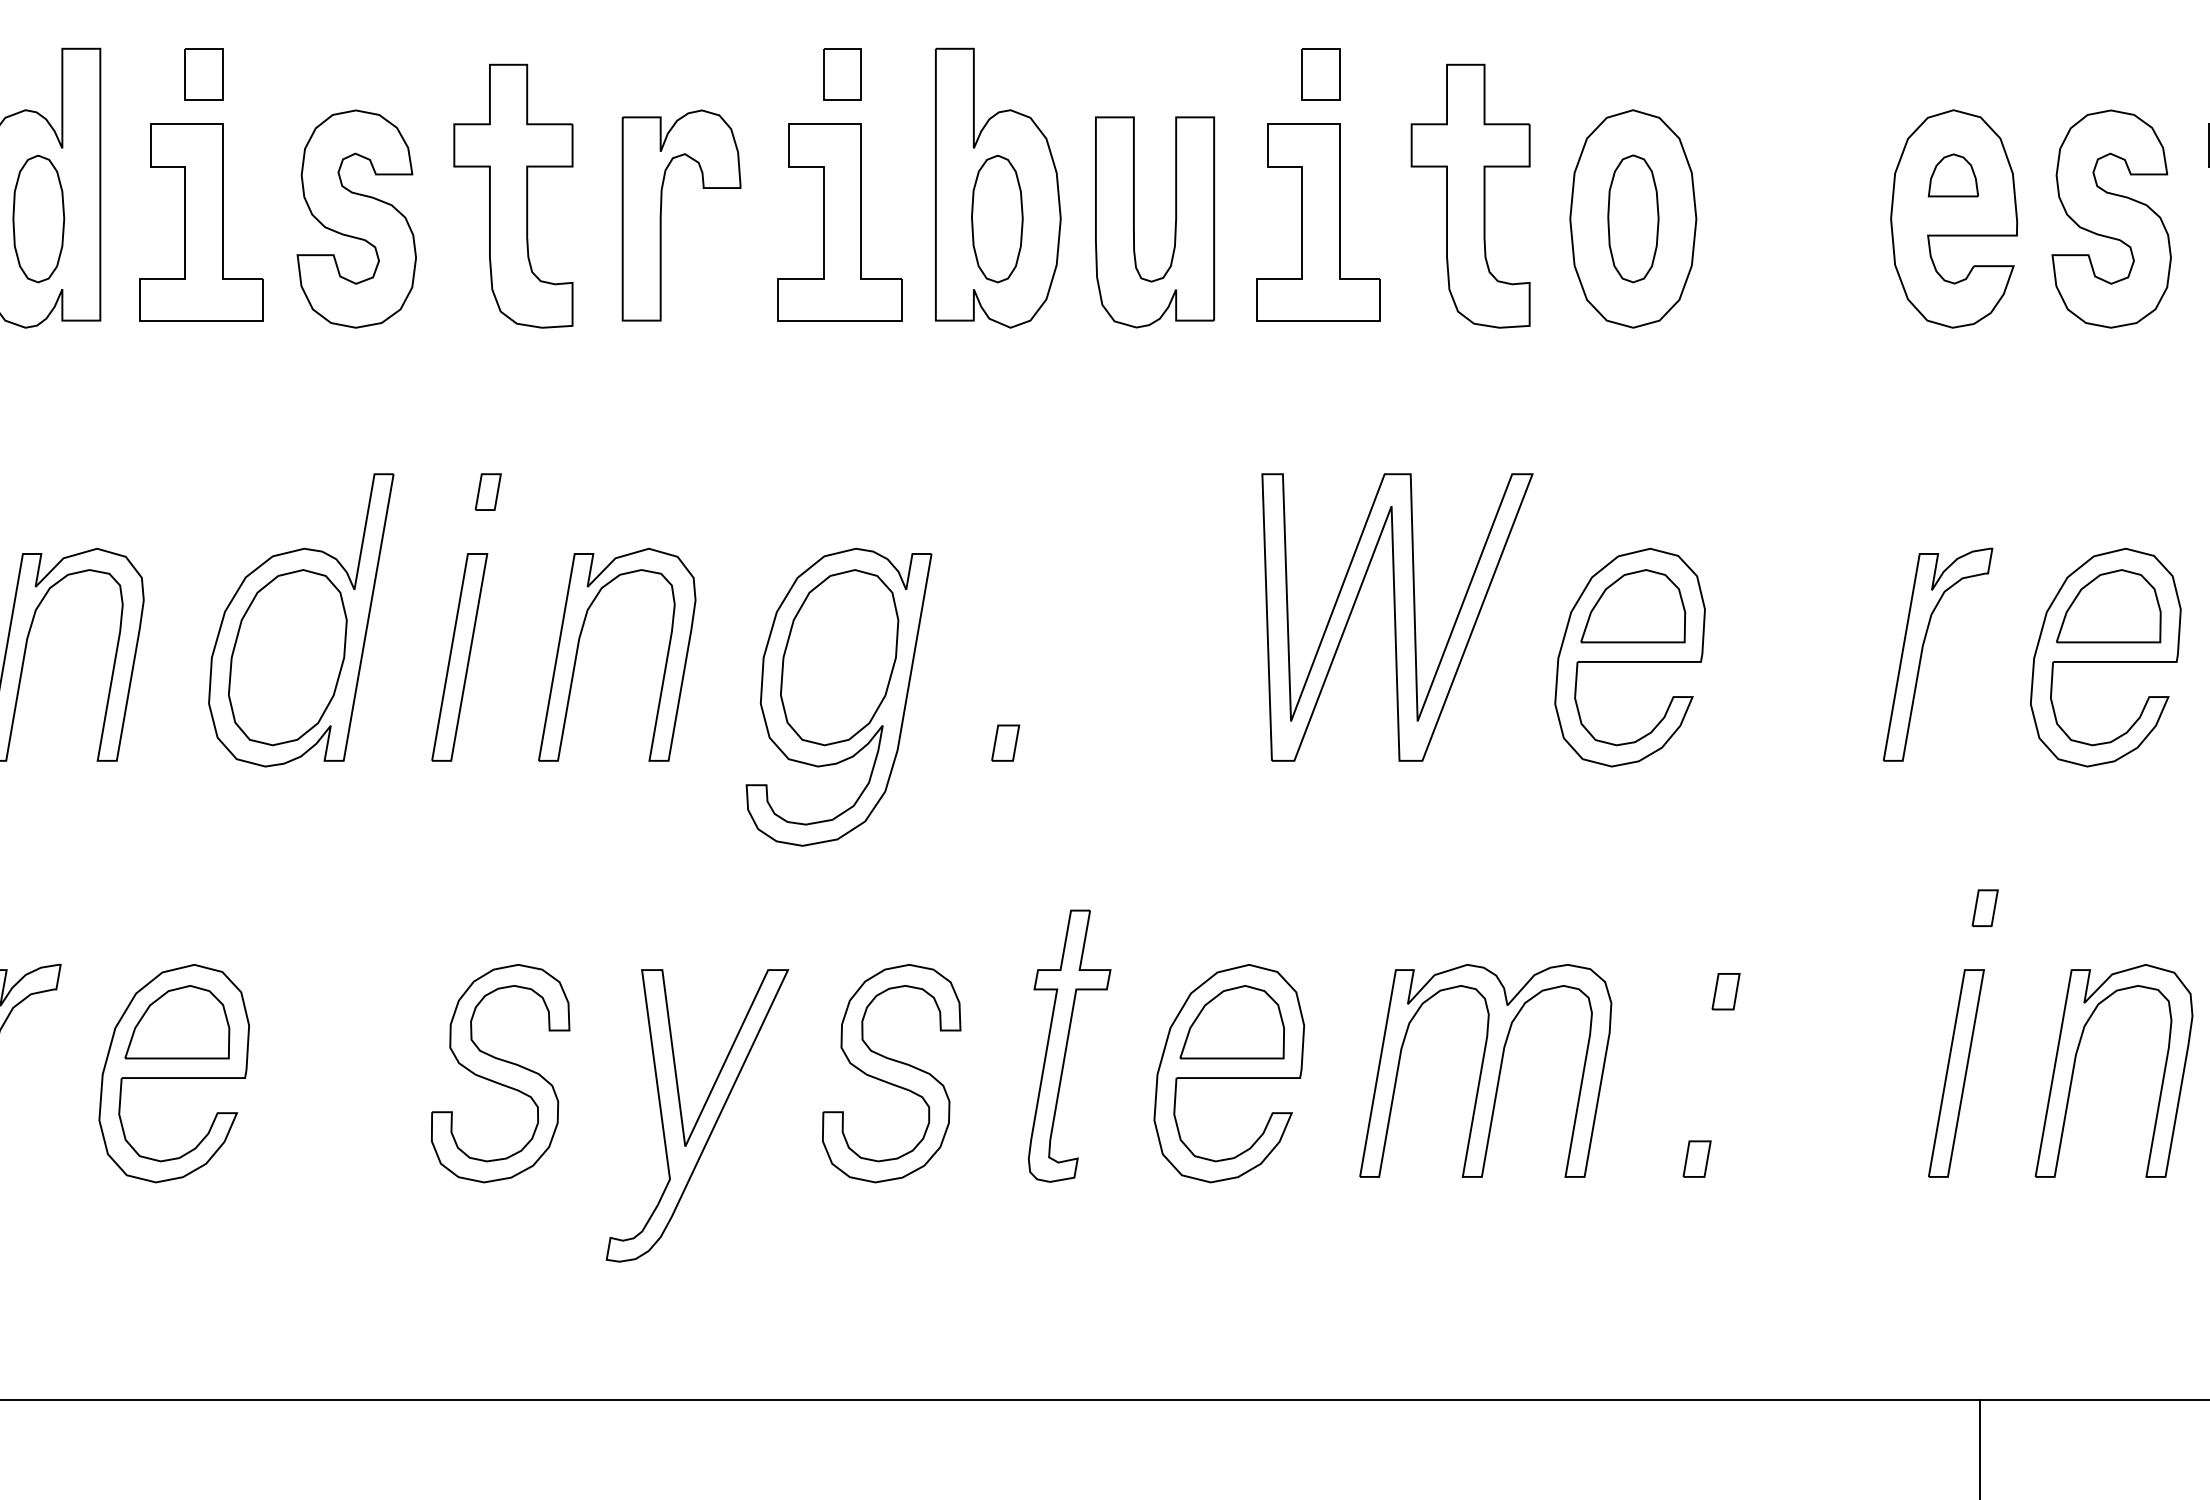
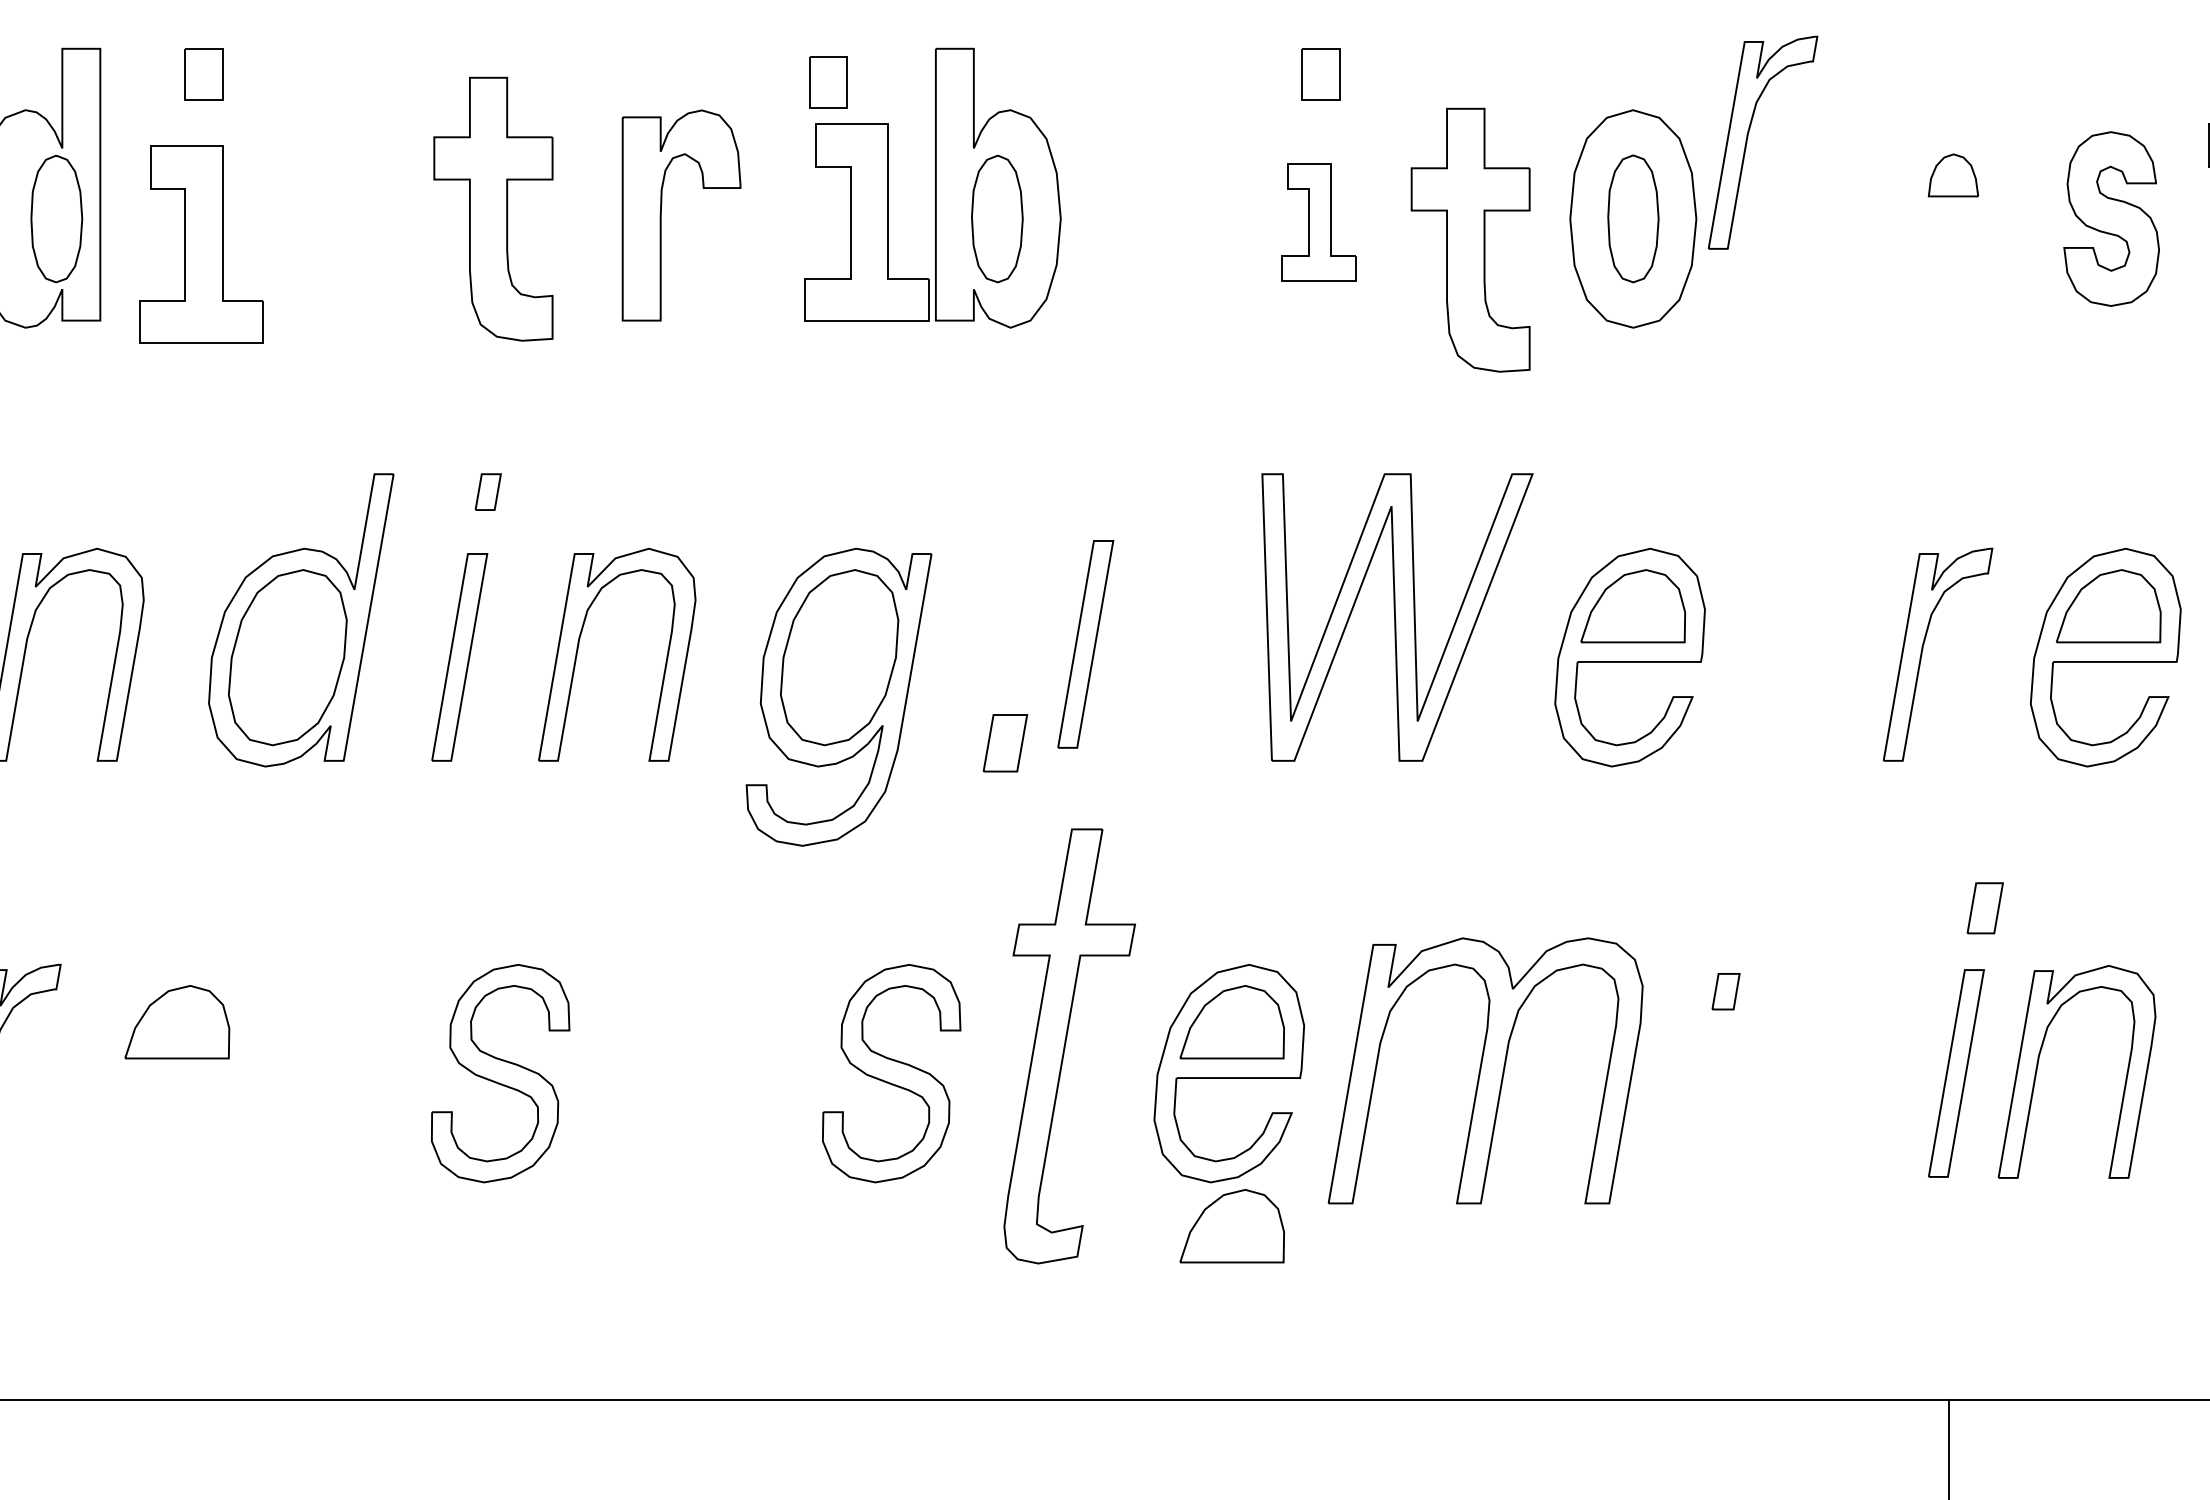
part at (842, 74) position: (842, 74) -> (828, 82)
part at (1748, 137): none -> present
part at (513, 195) position: (513, 195) -> (493, 208)
part at (1470, 195) position: (1470, 195) -> (1470, 239)
part at (38, 218) position: (38, 218) -> (56, 218)
part at (356, 218): present -> none
part at (1954, 218): present -> none
part at (2111, 218) size: 121x220 px -> 97x176 px
part at (201, 222) position: (201, 222) -> (201, 244)
part at (839, 222) position: (839, 222) -> (866, 222)
part at (1134, 222): present -> none
part at (1318, 222) size: 125x199 px -> 76x119 px
part at (1085, 644): none -> present
part at (1005, 742) size: 30x38 px -> 47x59 px
part at (1984, 907) size: 28x38 px -> 38x53 px
part at (1069, 1045) size: 85x274 px -> 133x437 px
part at (2075, 1064) position: (2075, 1064) -> (2038, 1065)
part at (1485, 1070) size: 254x214 px -> 317x268 px
part at (173, 1073): present -> none
part at (697, 1115): present -> none
part at (1696, 1158): present -> none
part at (1231, 1226): none -> present
line at (1979, 1447) position: (1979, 1447) -> (1948, 1447)
